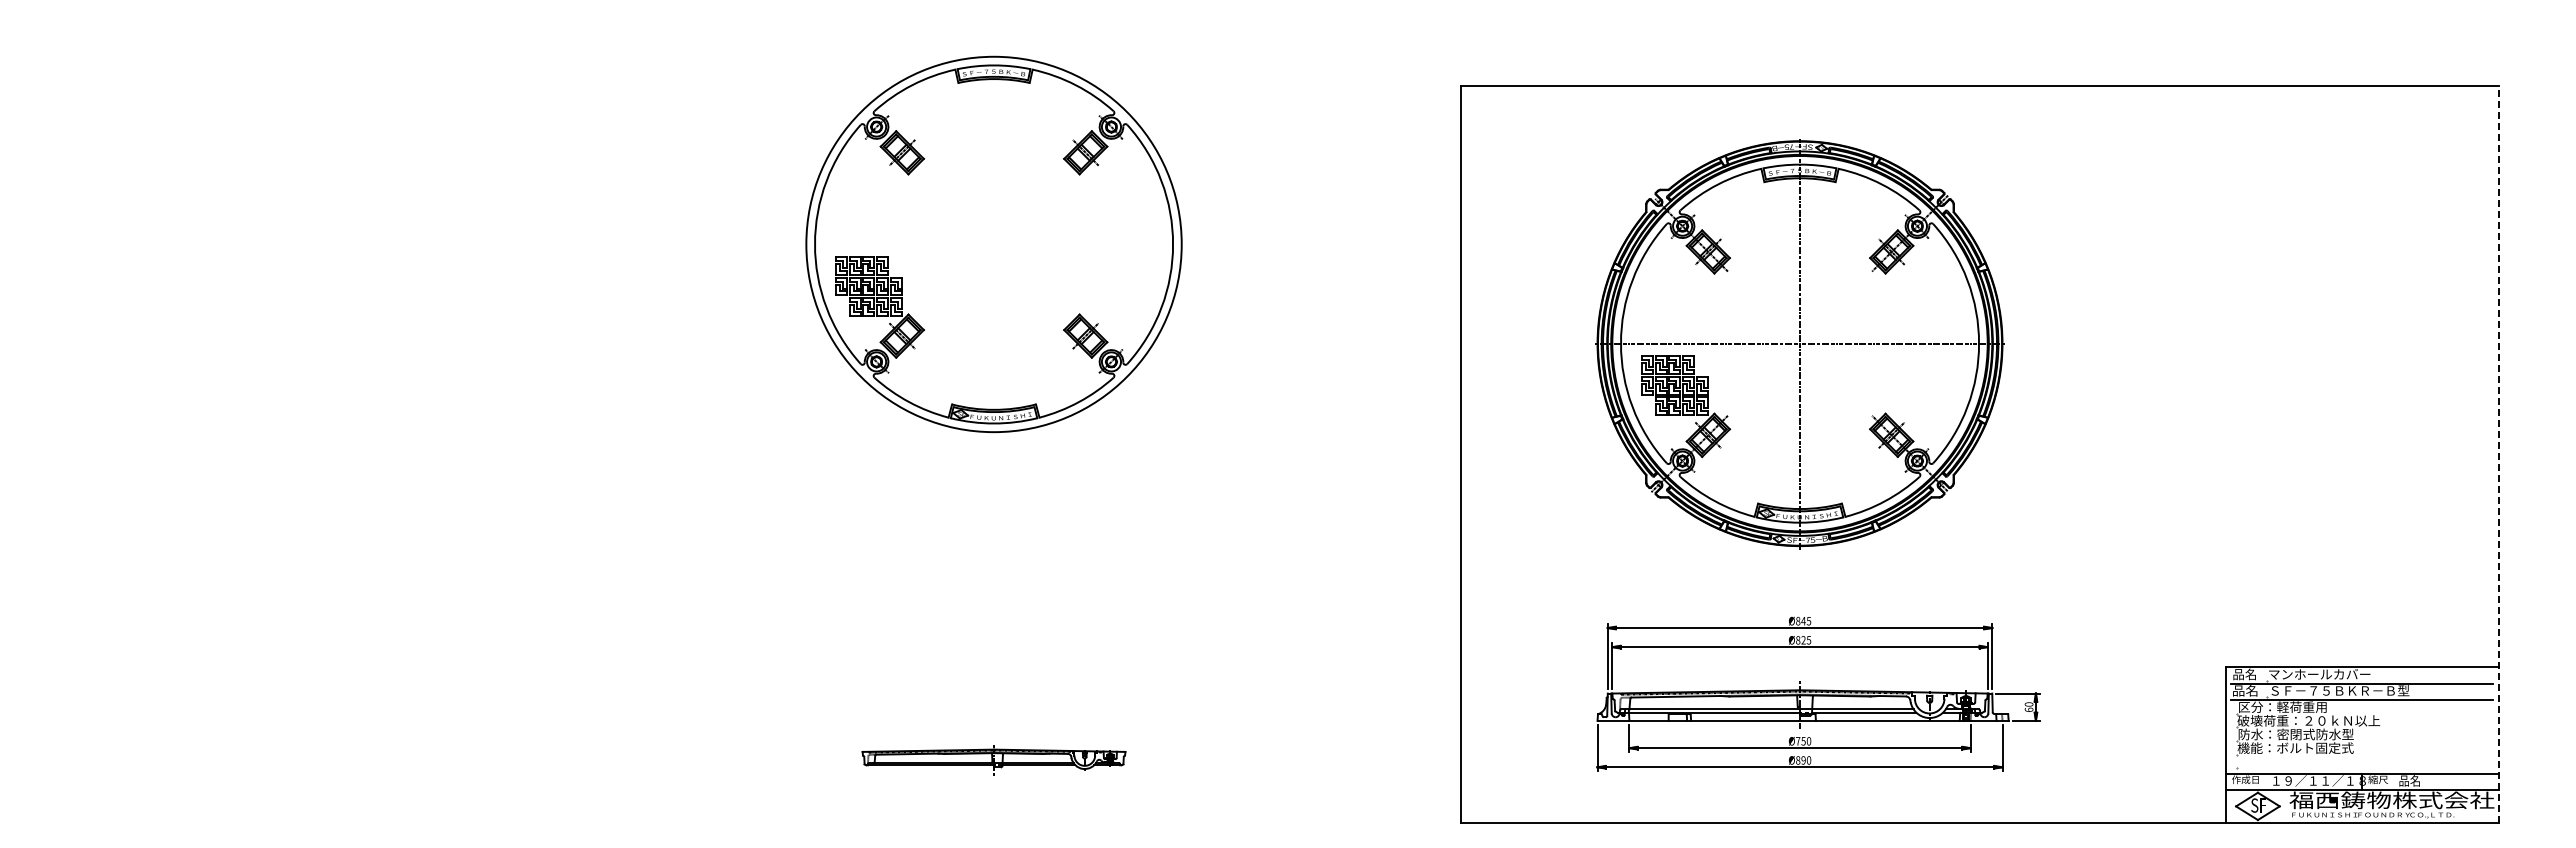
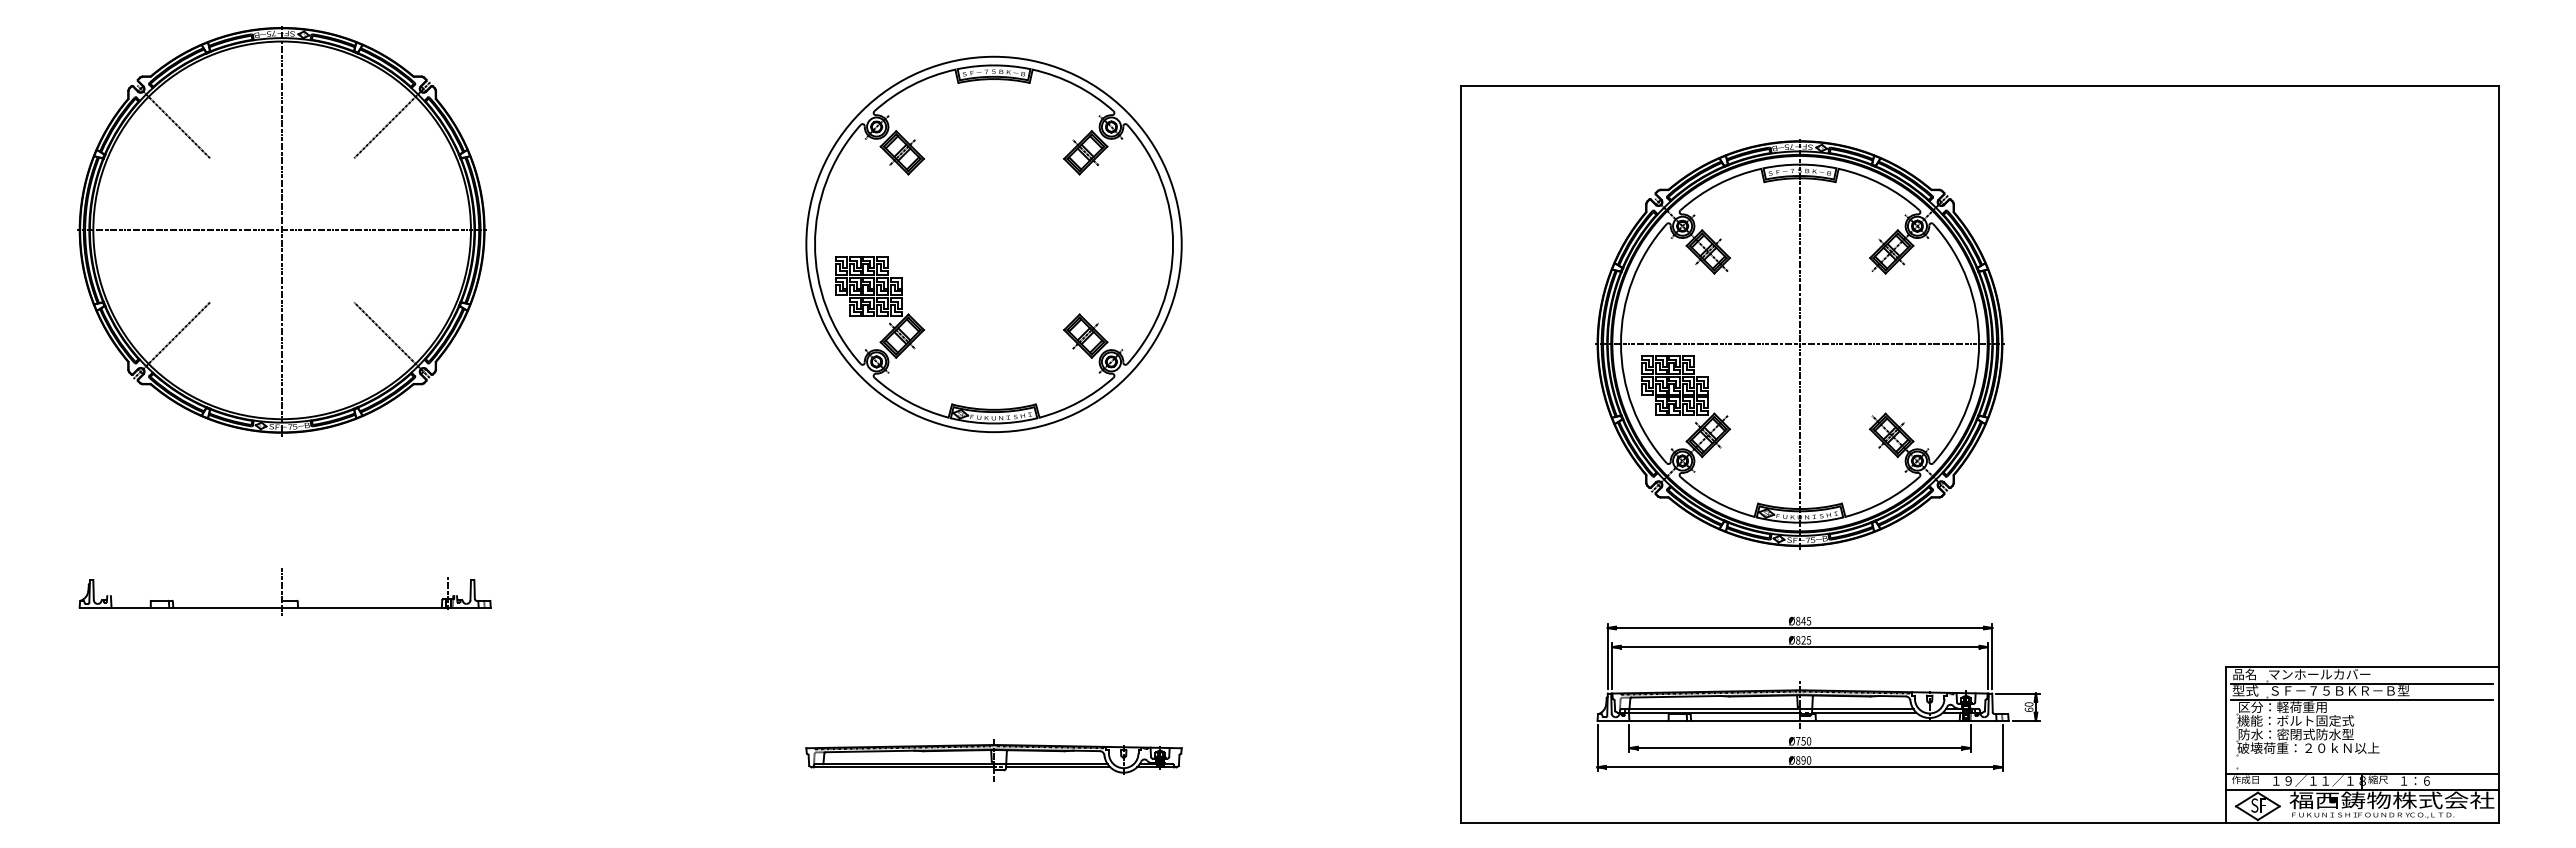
part at (281, 231): none -> present
line at (2498, 454): dashed -> solid
part at (284, 591): none -> present
text at (2245, 690): 品名 -> 型式
text at (2308, 720): 破壊荷重：２０ｋＮ以上 -> 機能：ボルト固定式
text at (2308, 747): 機能：ボルト固定式 -> 破壊荷重：２０ｋＮ以上
part at (993, 760) size: 266x31 px -> 378x43 px
text at (2414, 780): 品名 -> １：６
